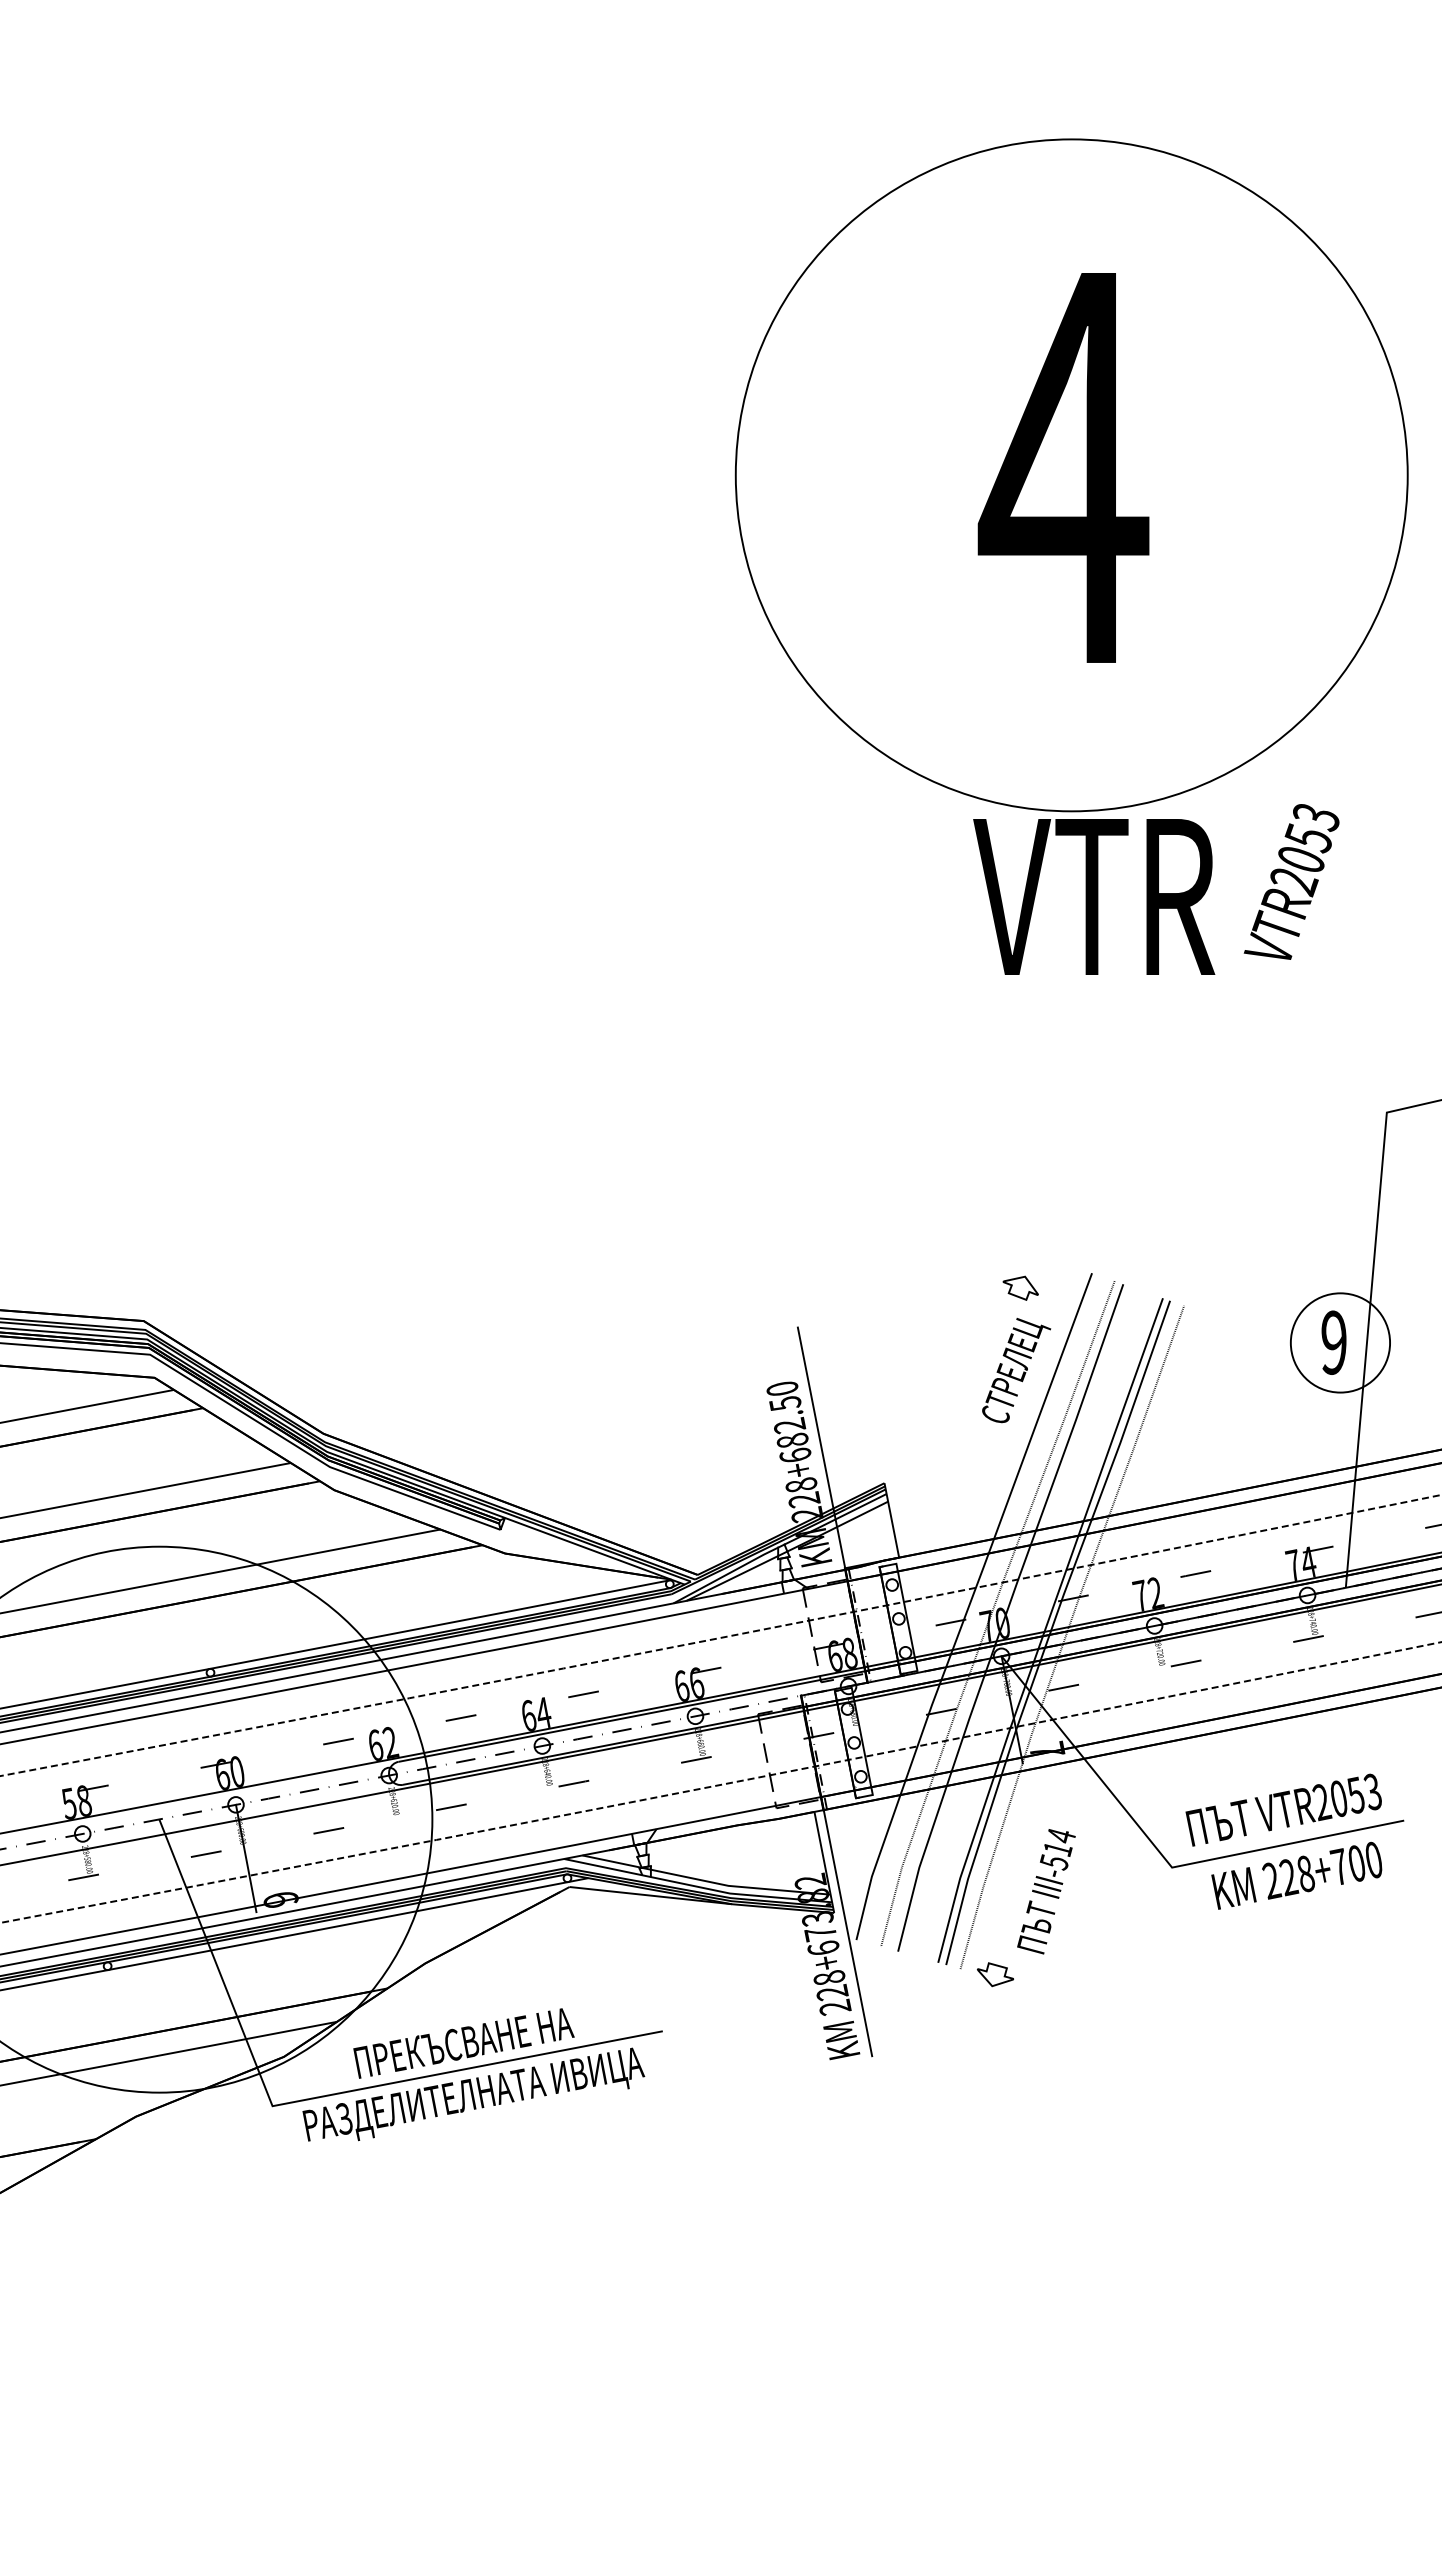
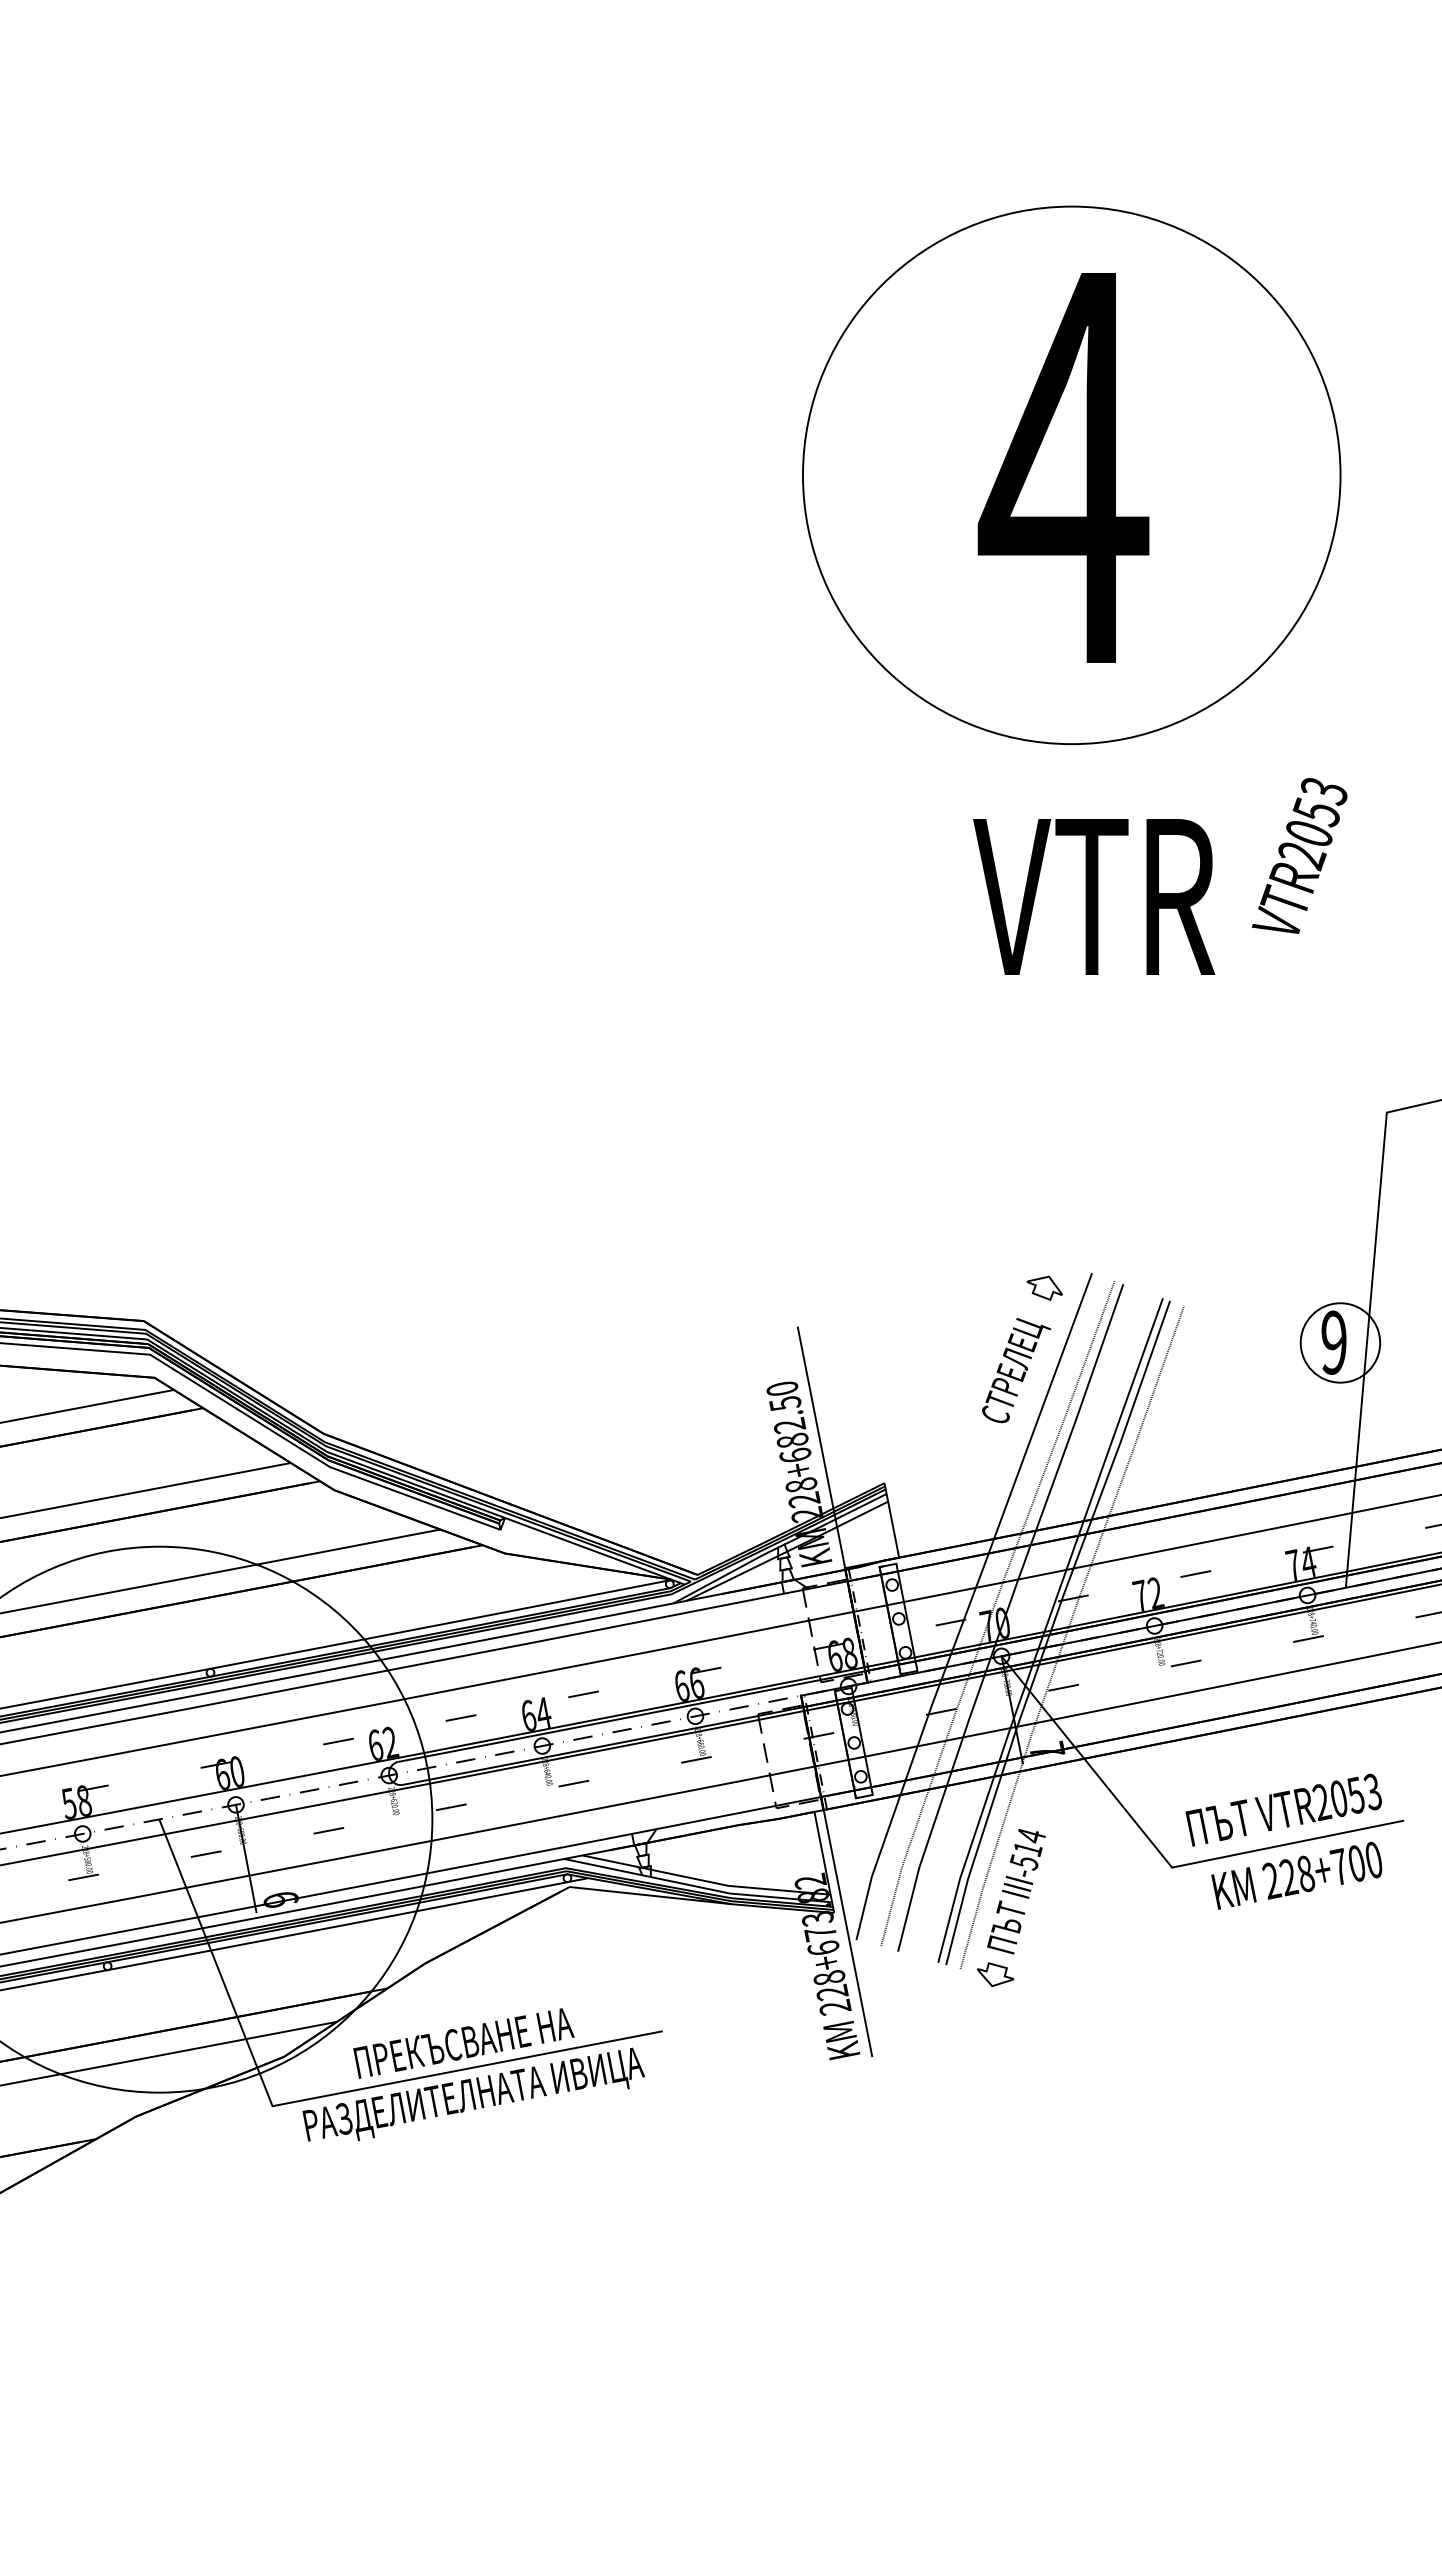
circle at (1071, 475) diameter: 672 px -> 538 px
text at (1291, 881) position: (1291, 881) -> (1299, 855)
part at (1020, 1287) position: (1020, 1287) -> (1044, 1287)
circle at (1340, 1342) diameter: 99 px -> 79 px
line at (721, 1637): dashed -> solid
line at (721, 1784): dashed -> solid
text at (1046, 1891) position: (1046, 1891) -> (1016, 1891)
